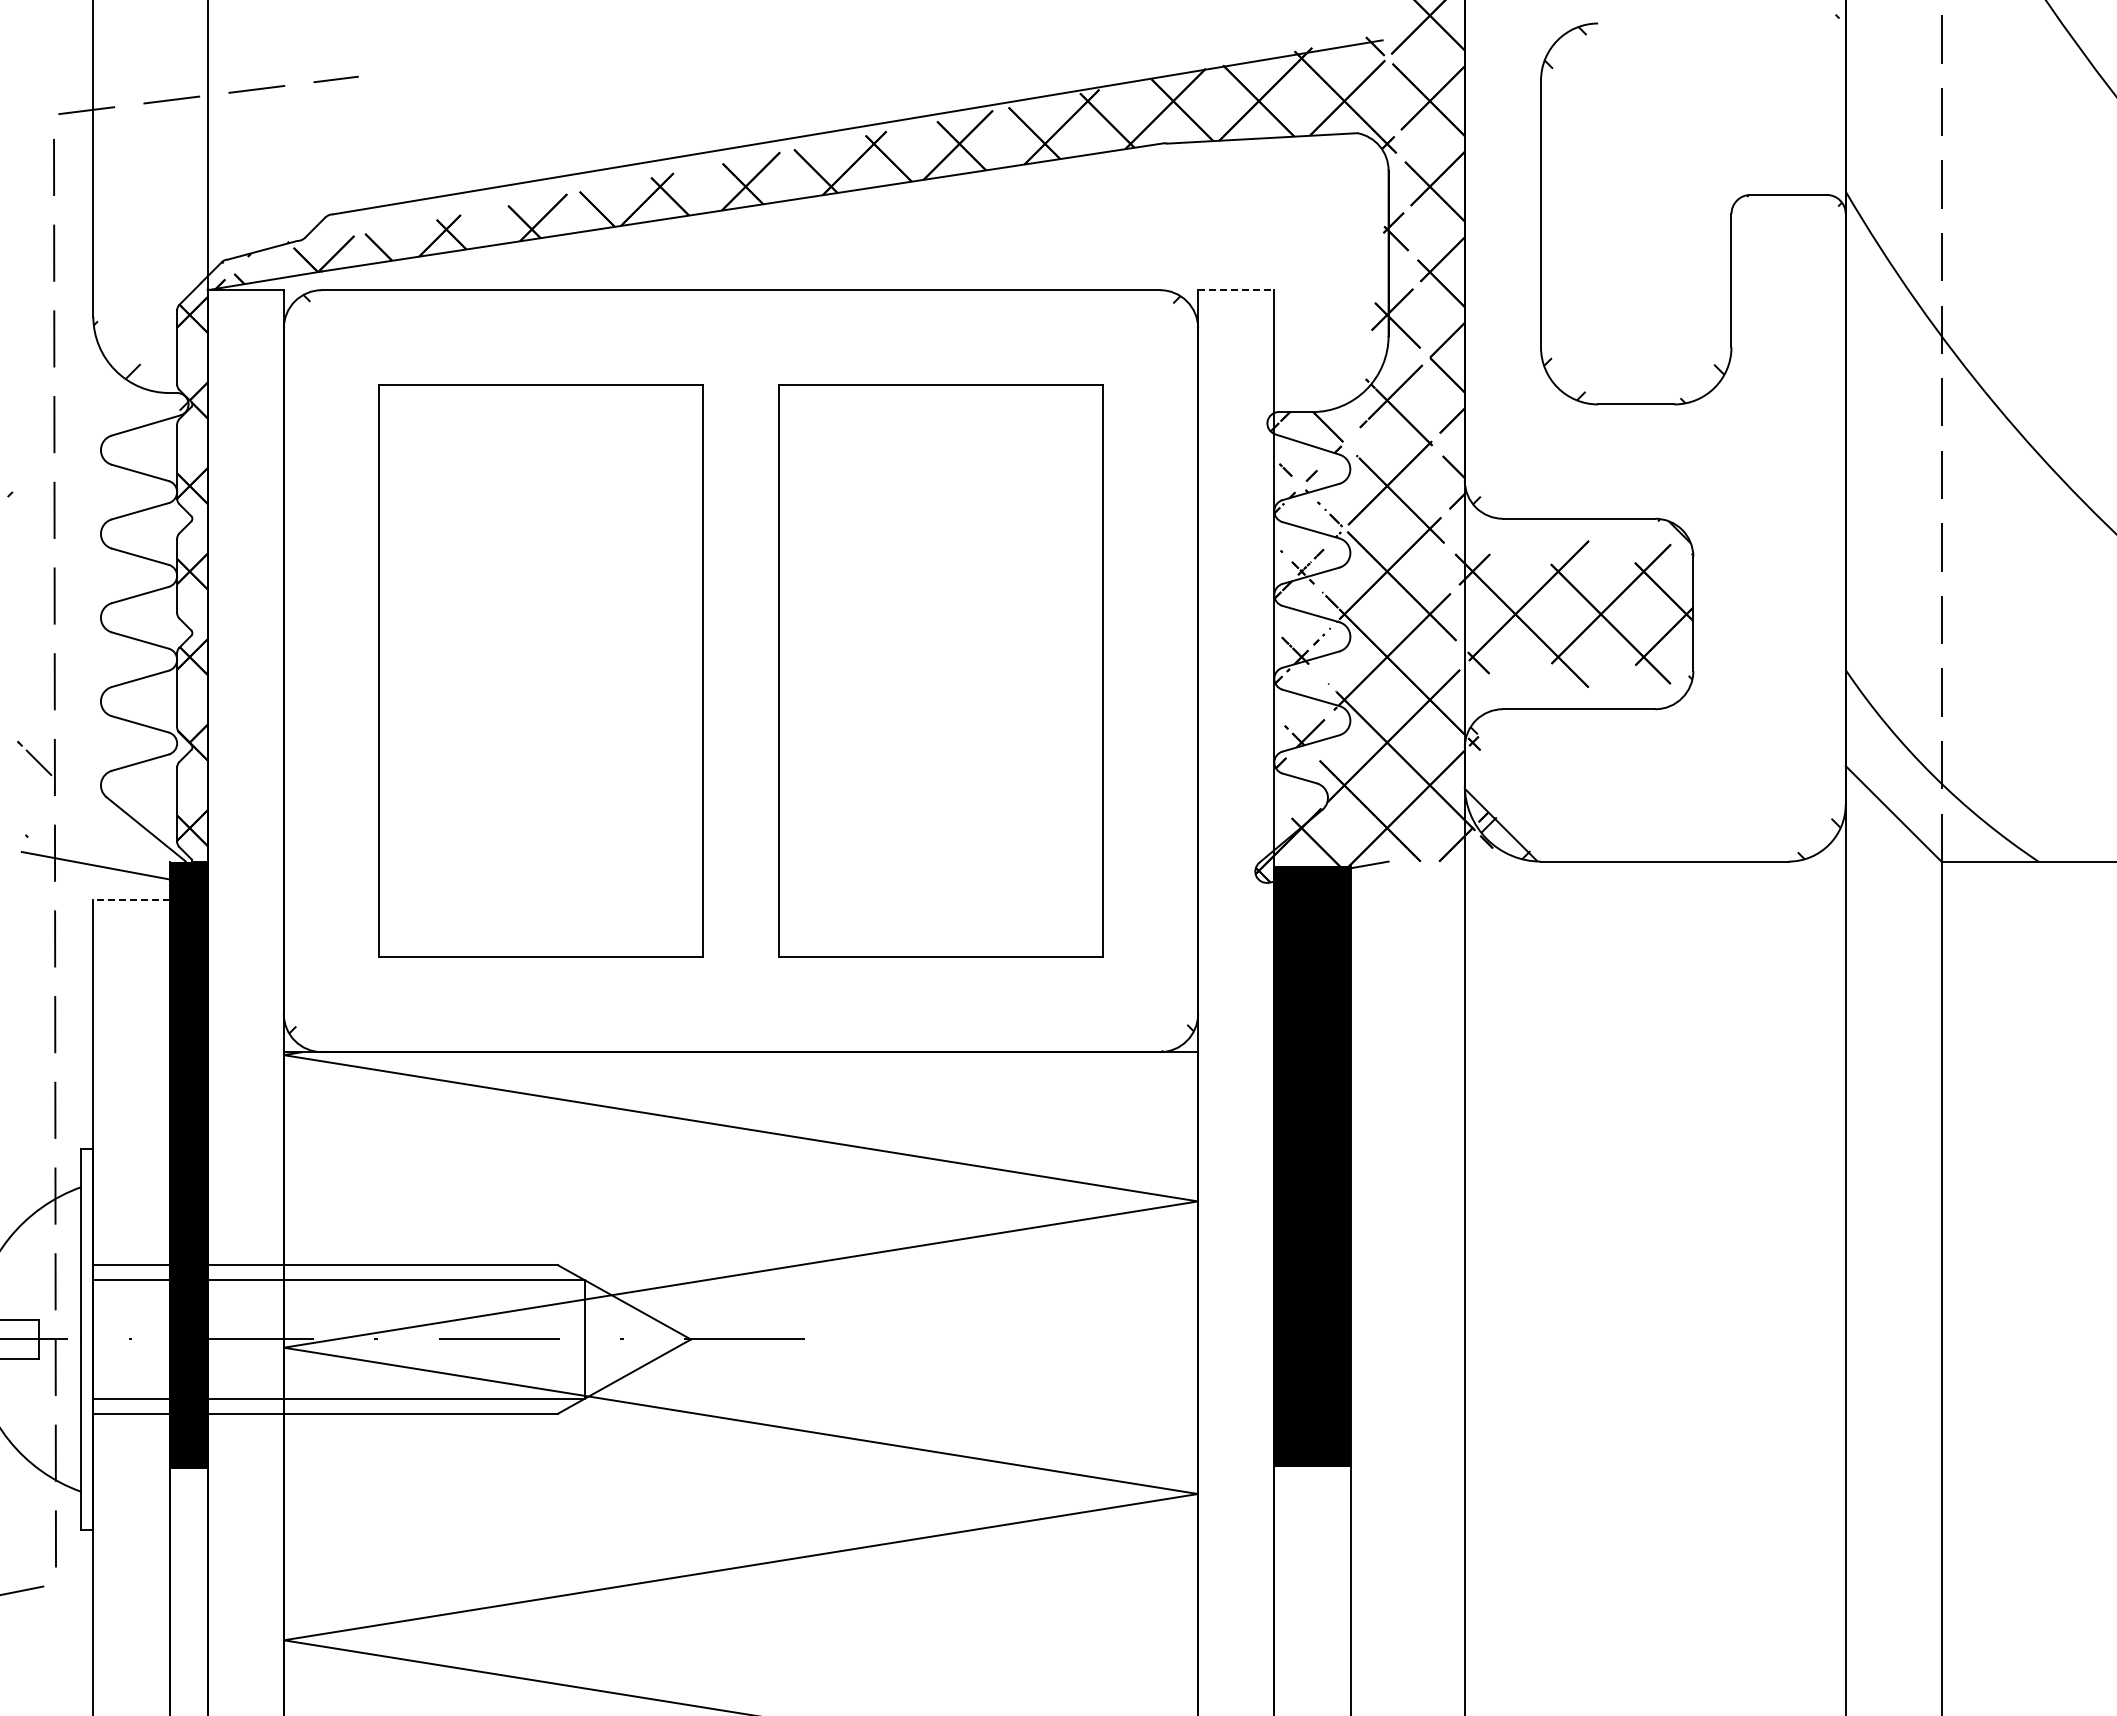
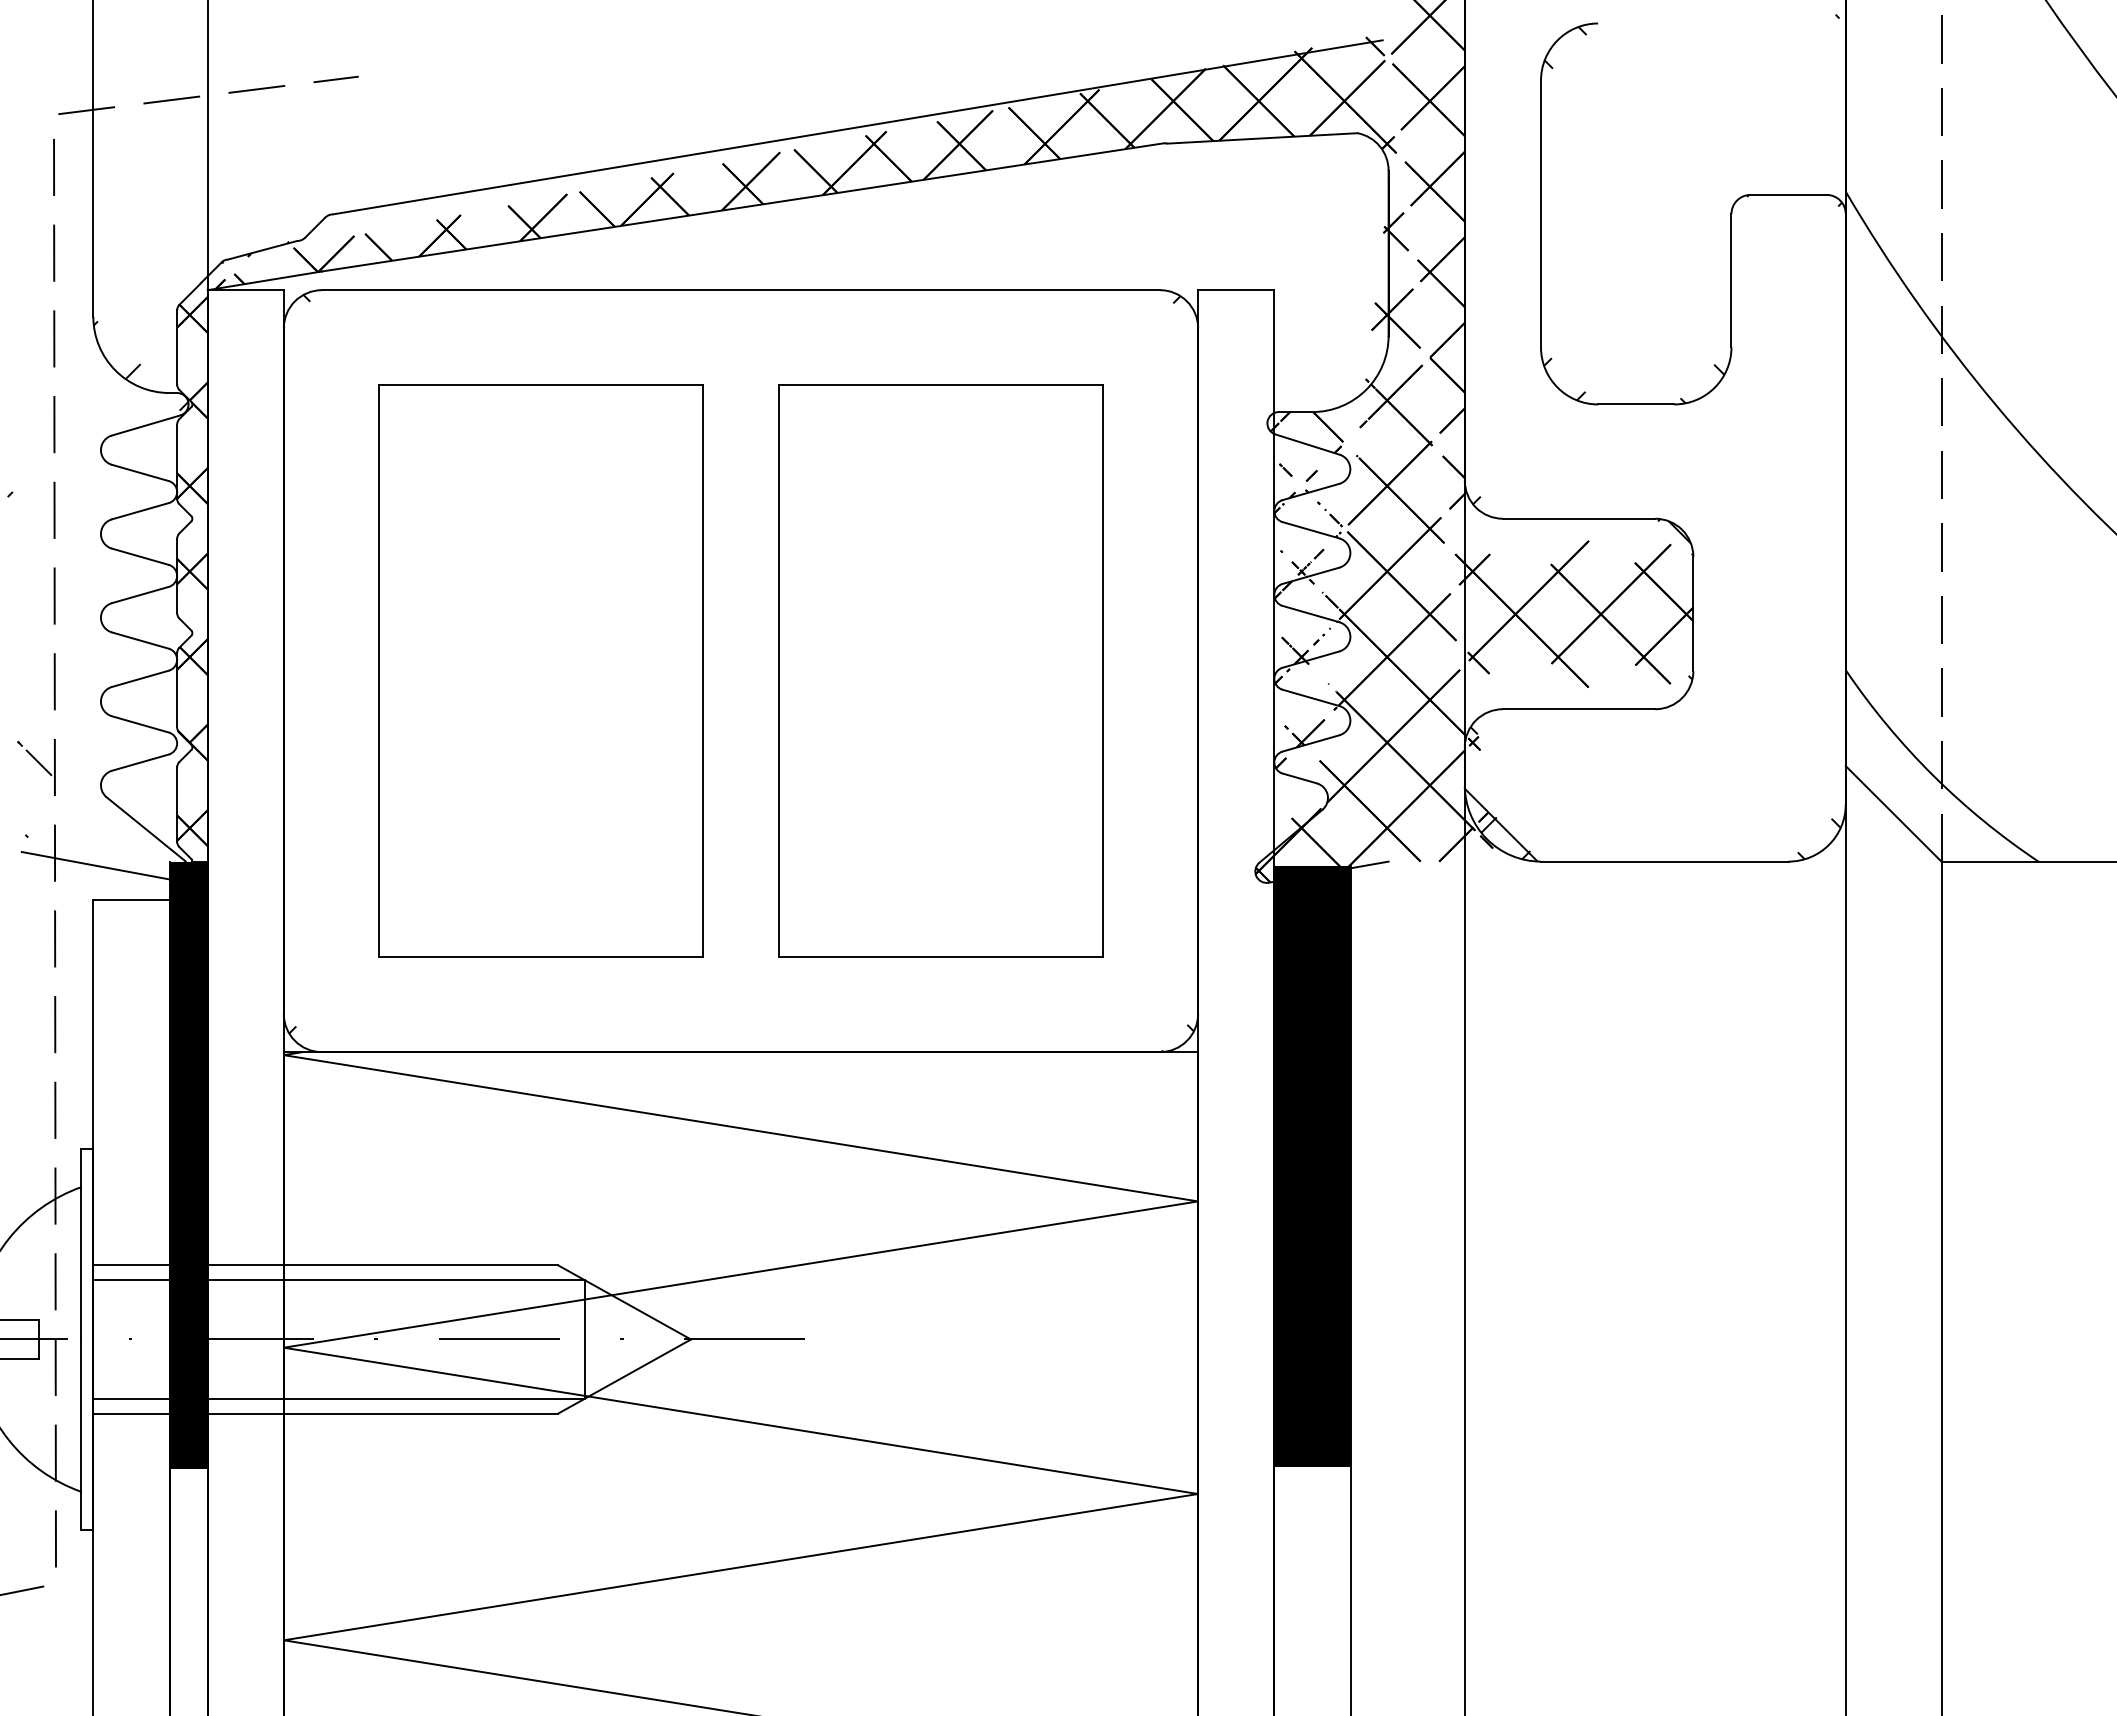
line at (1236, 290): dashed -> solid
line at (130, 899): dashed -> solid
